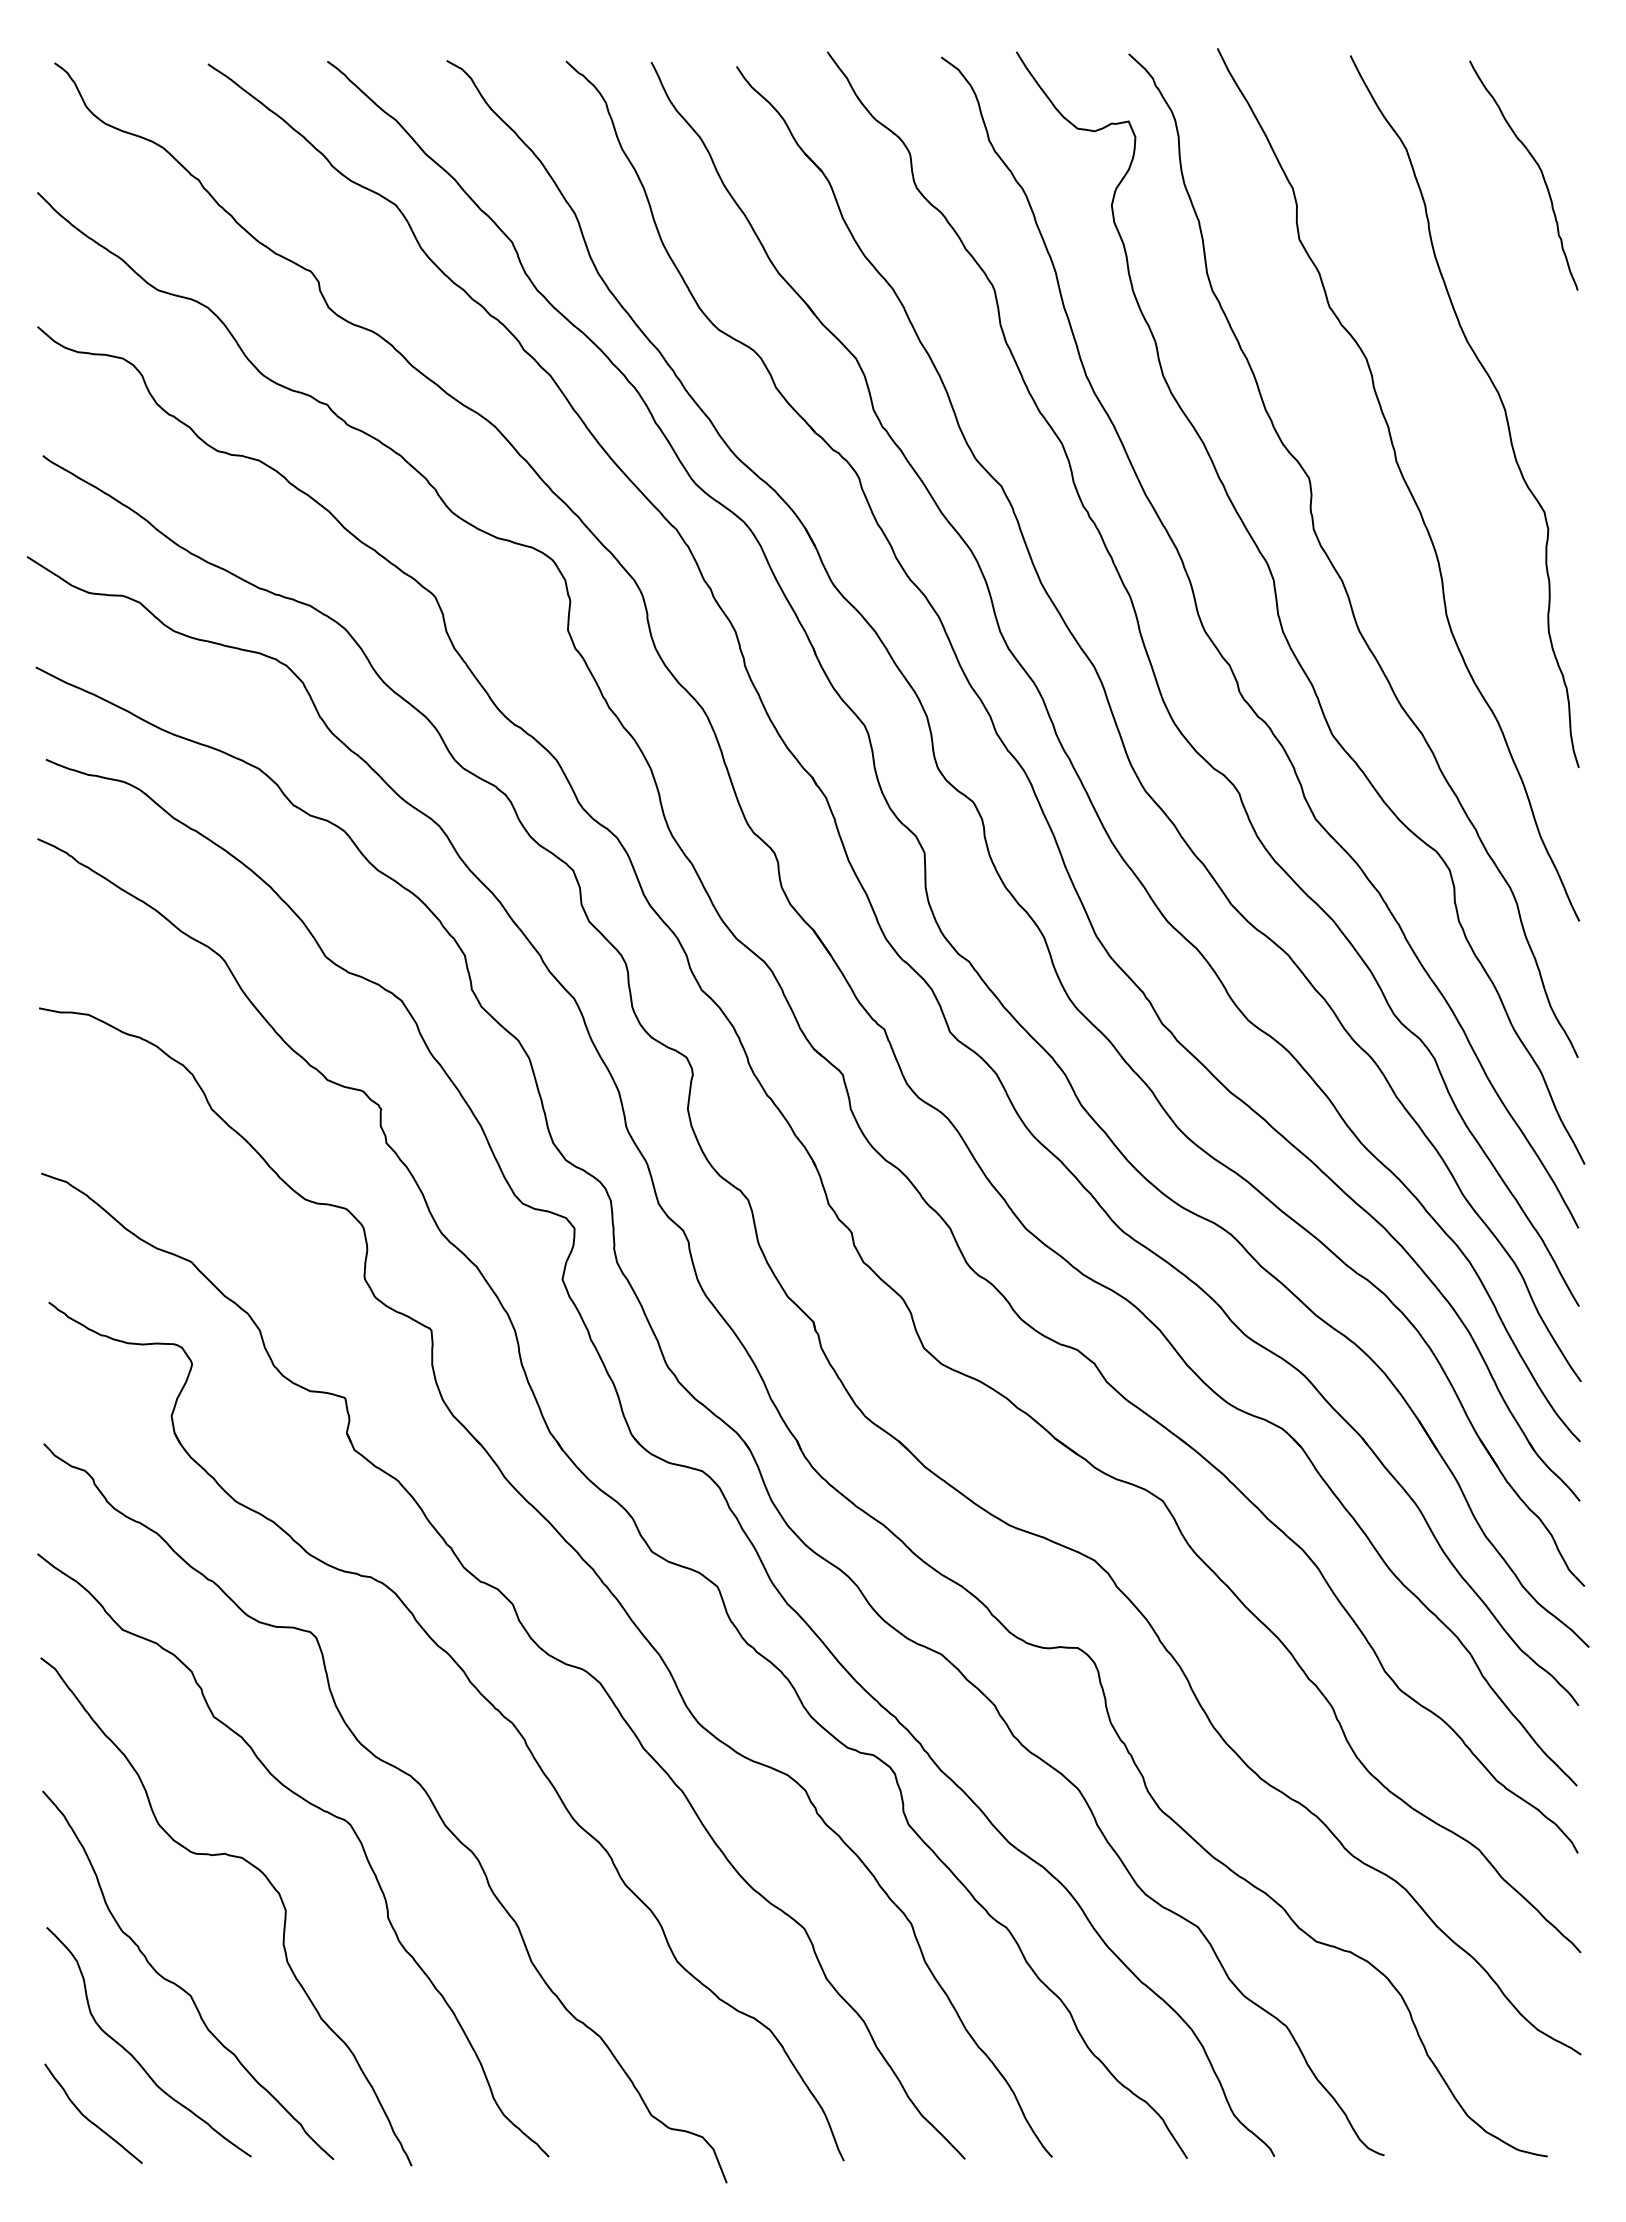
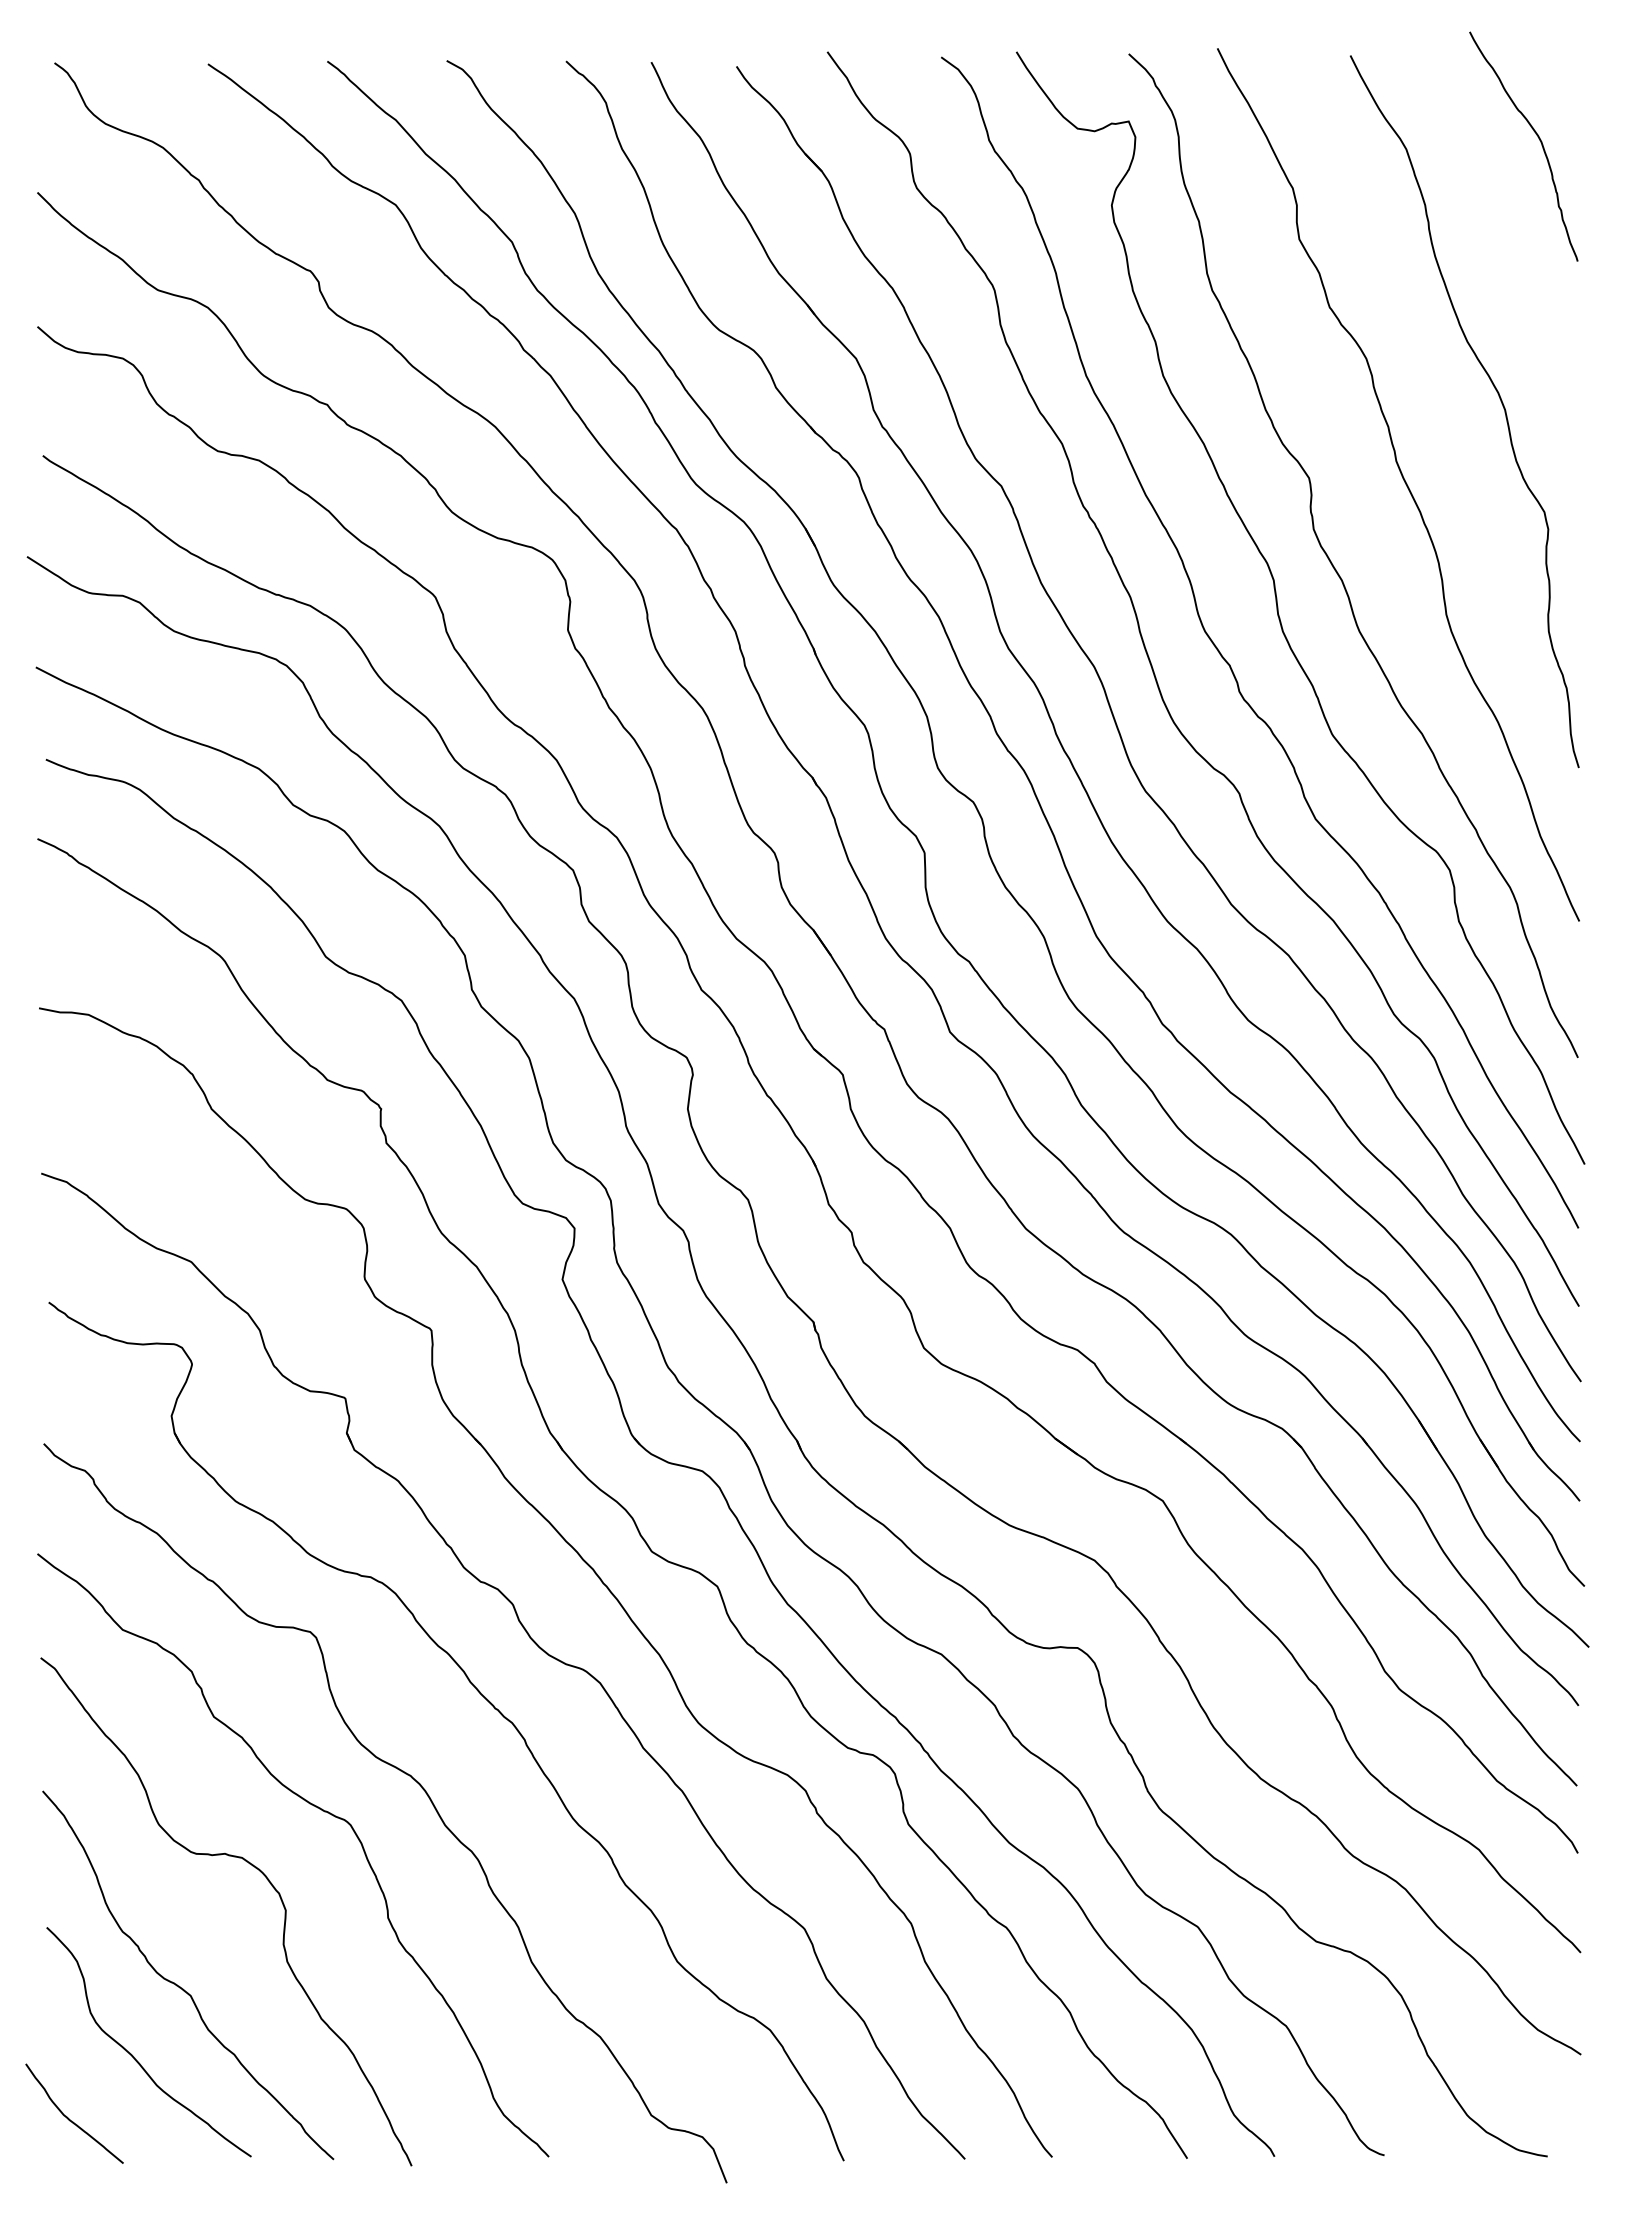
curve at (1537, 166) position: (1537, 166) -> (1537, 137)
curve at (88, 2118) position: (88, 2118) -> (69, 2118)
